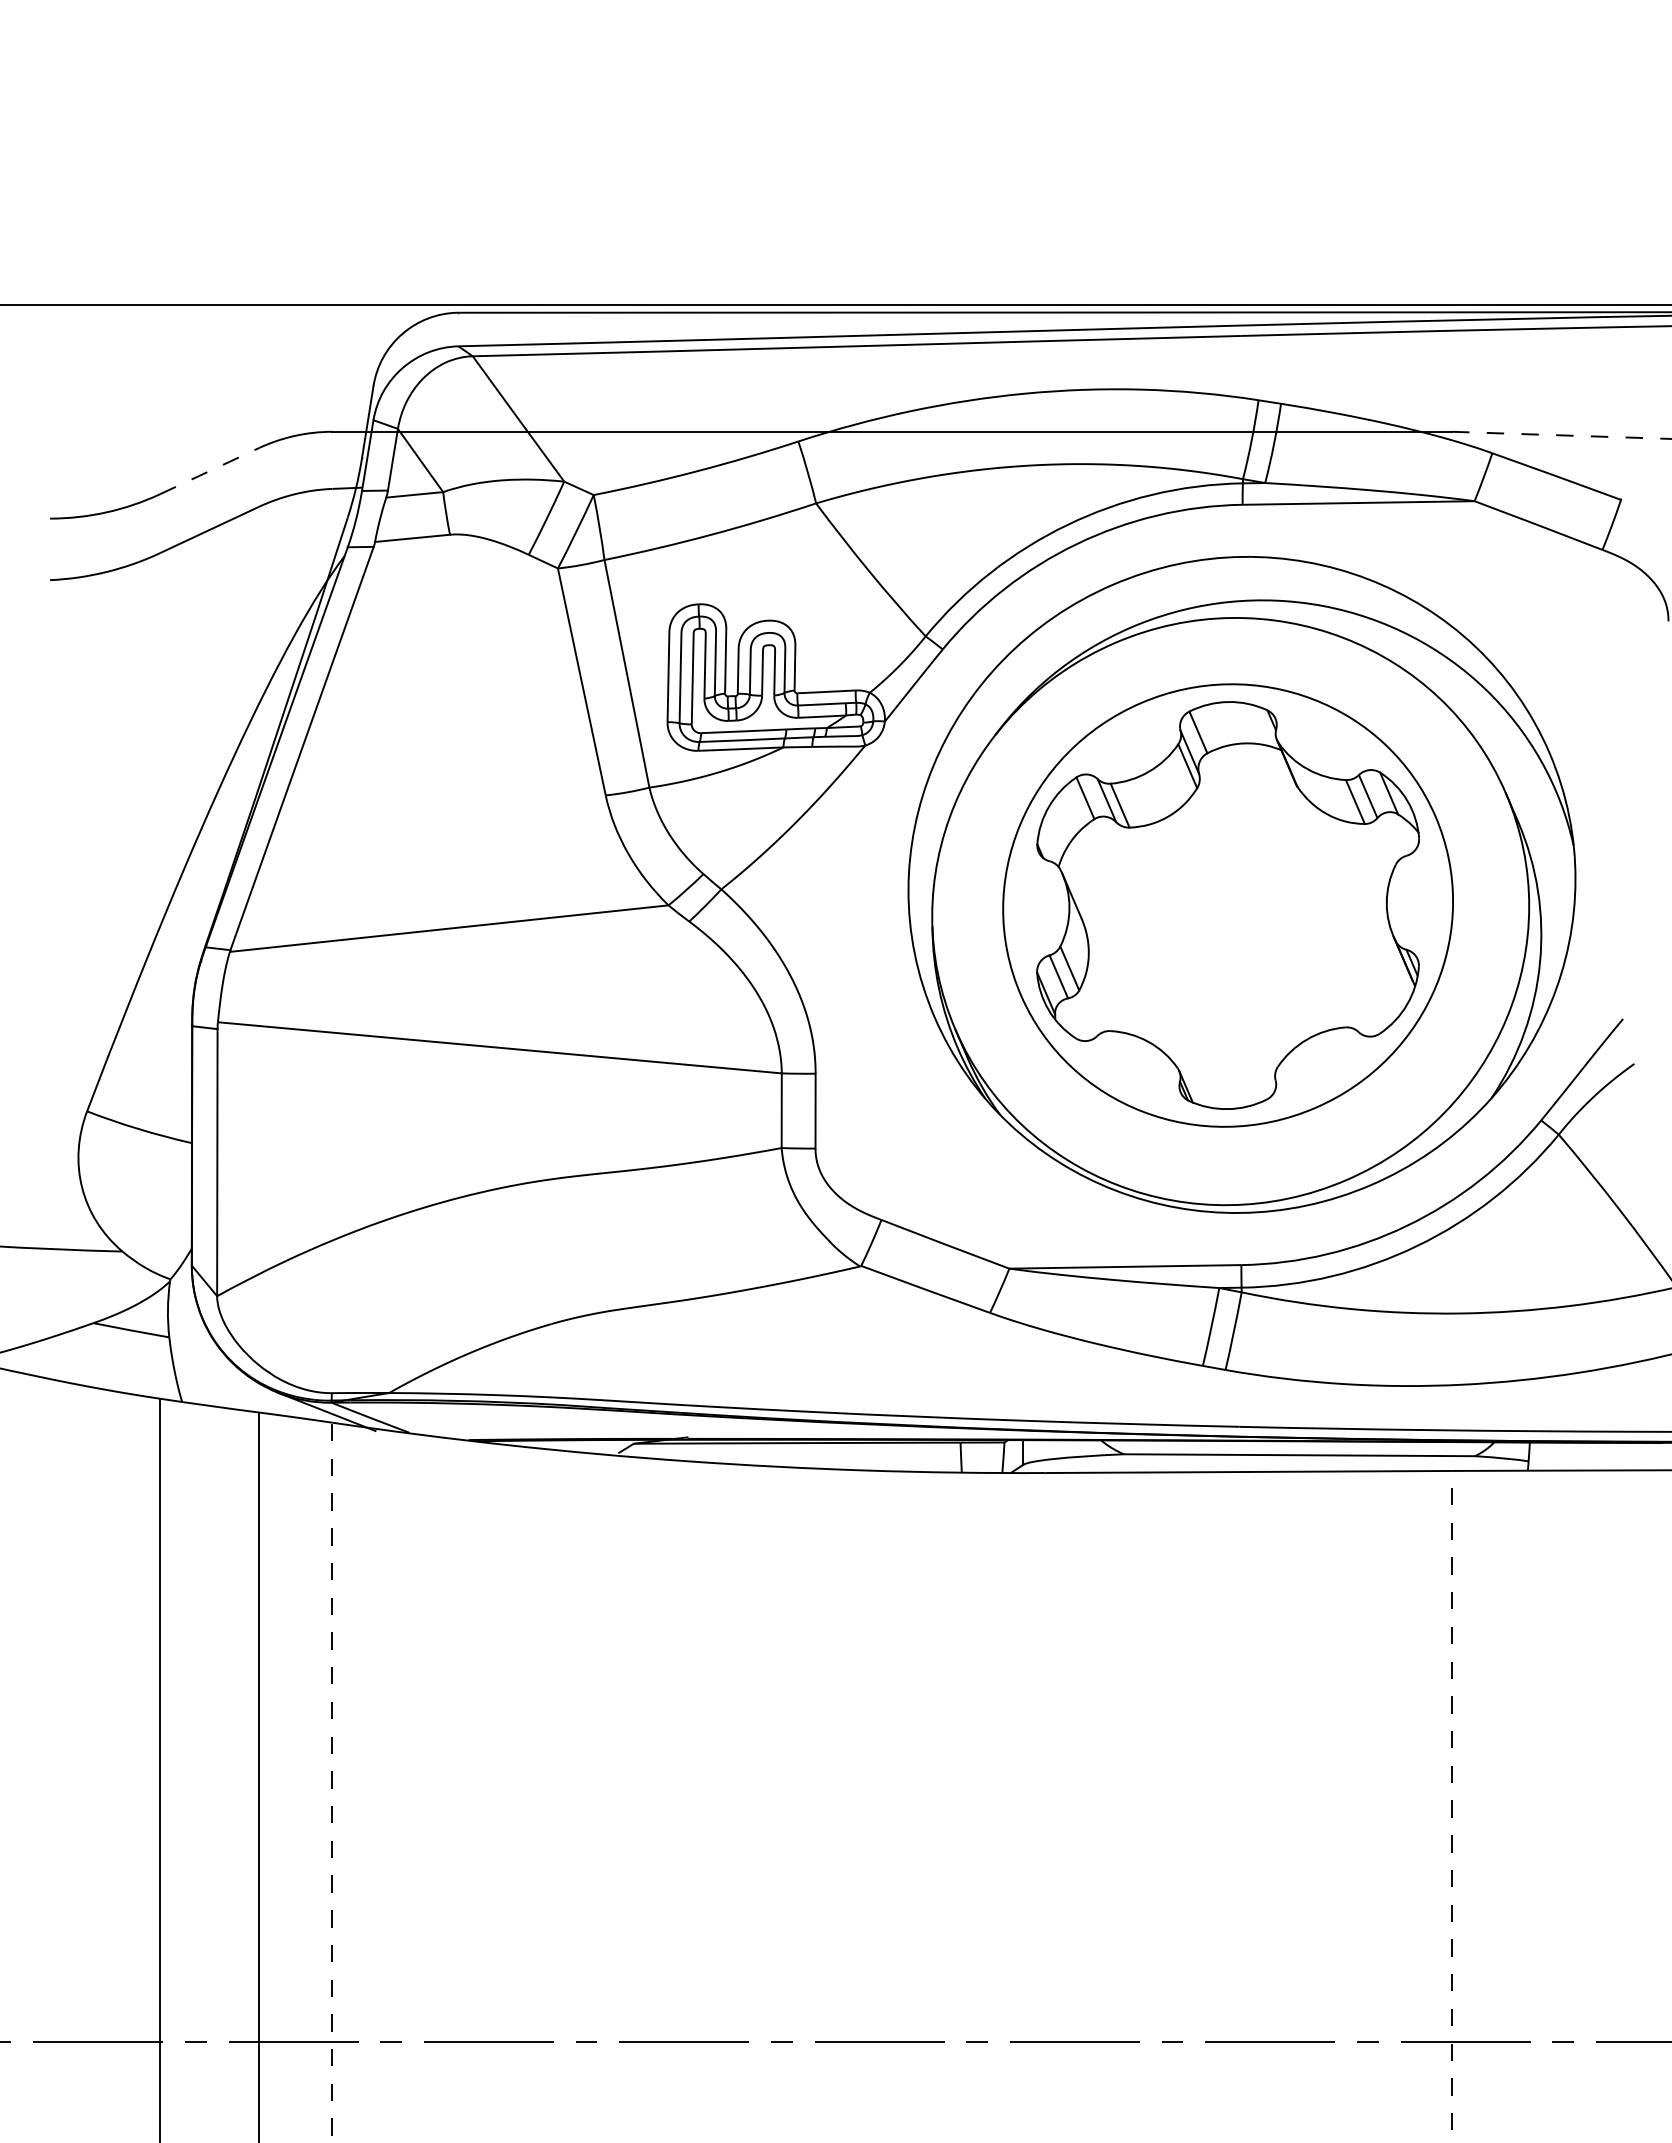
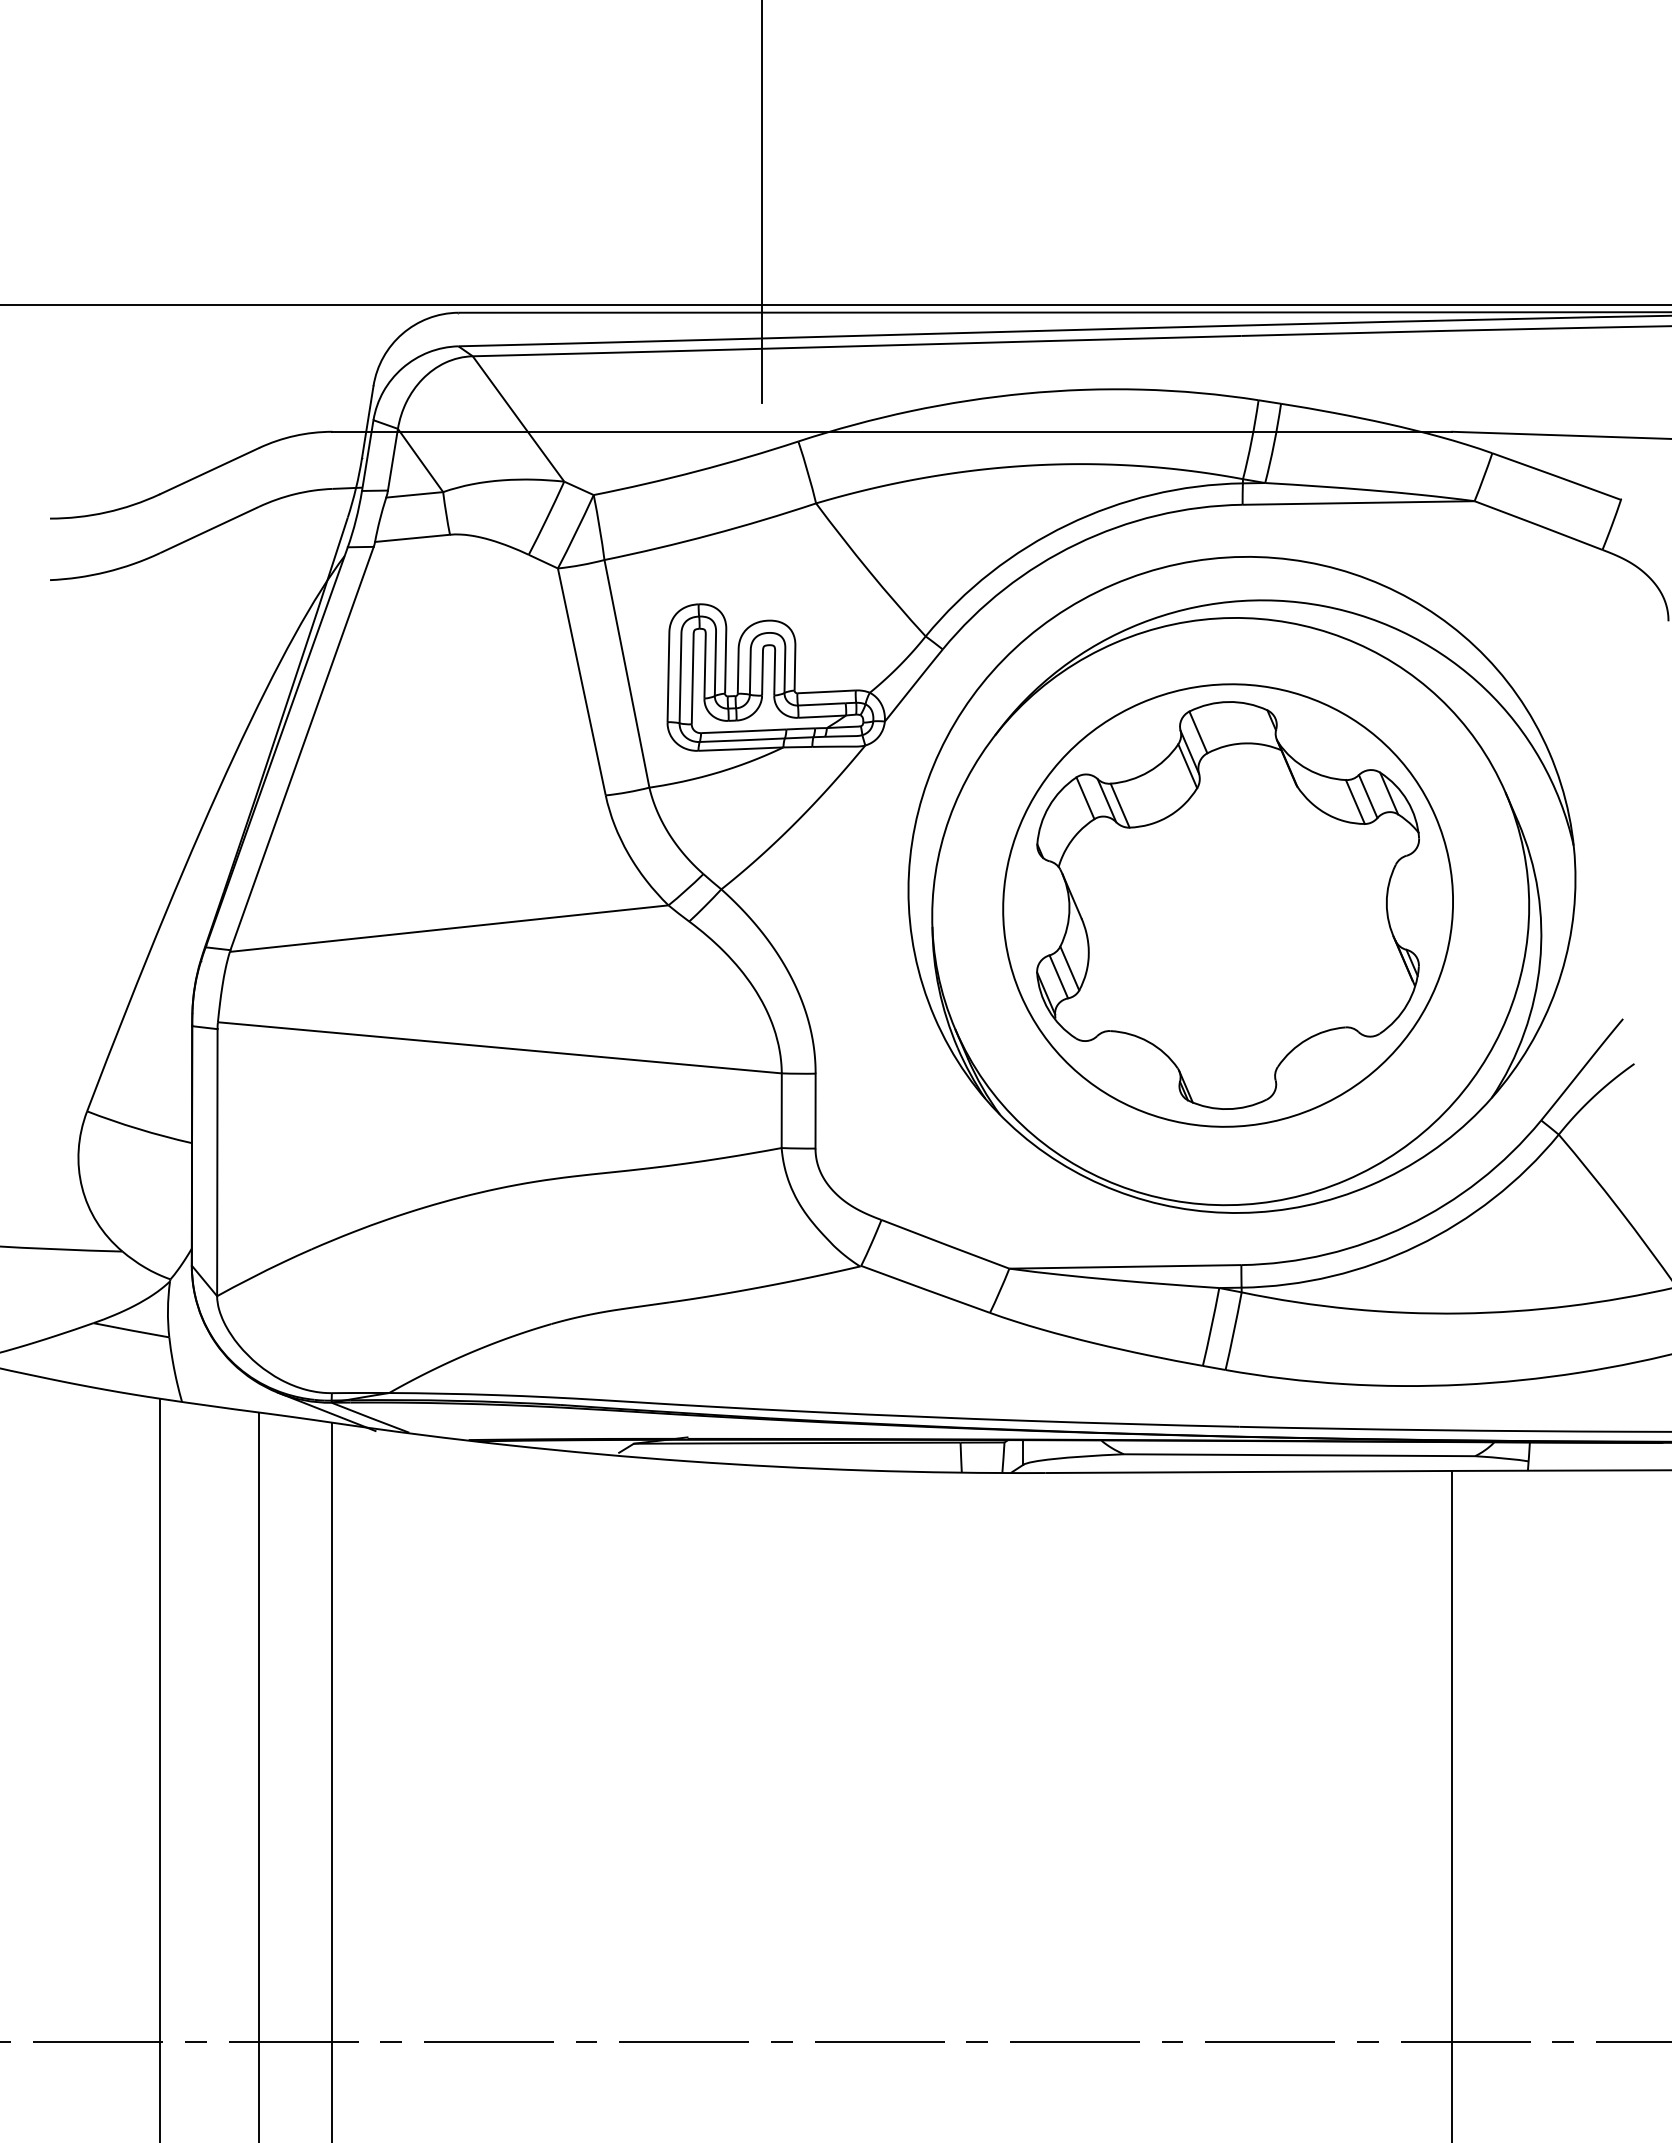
line at (762, 202): none -> present
line at (1561, 435): dashed -> solid
line at (209, 471): dashed -> solid
line at (332, 1782): dashed -> solid
line at (1452, 1806): dashed -> solid
